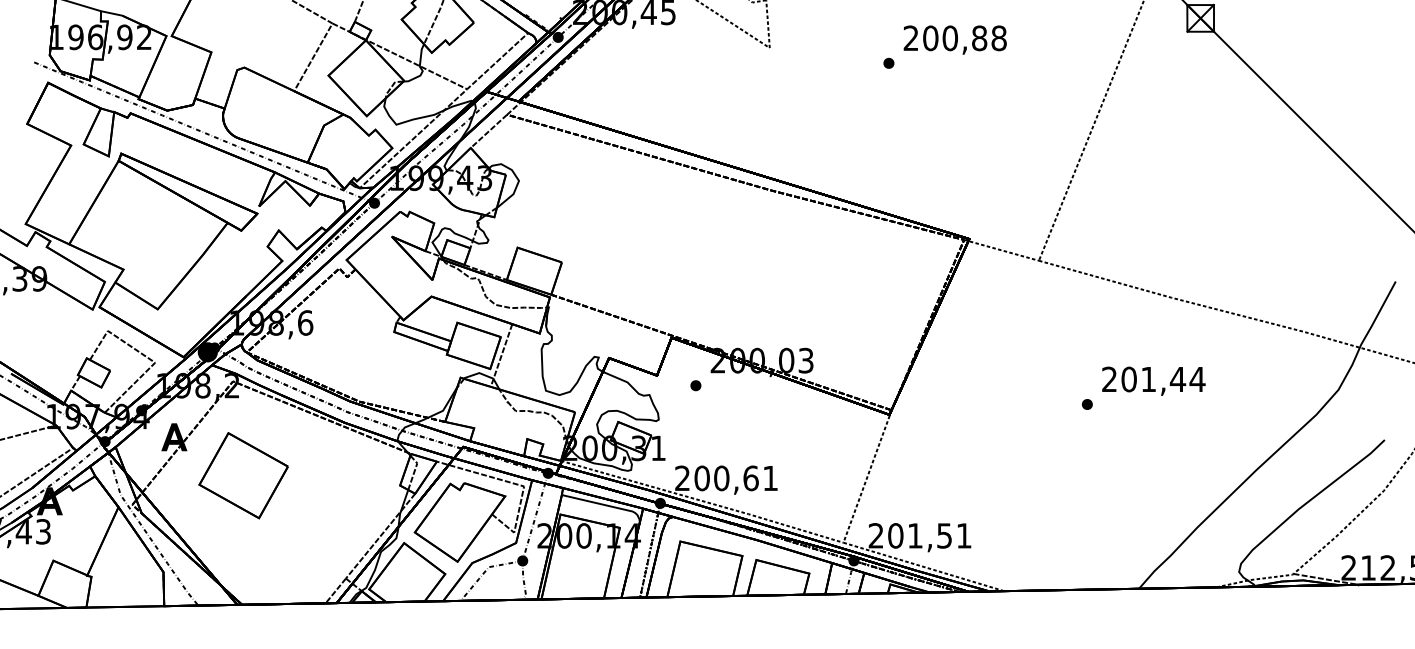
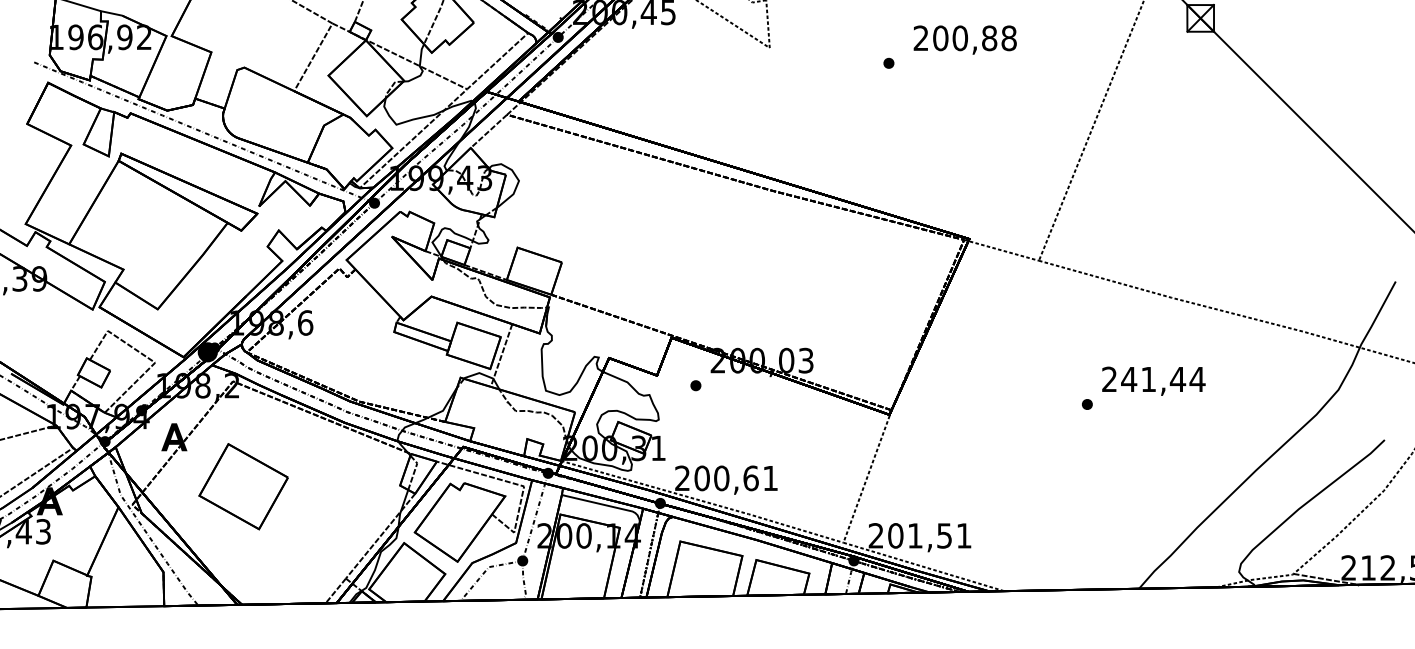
text at (954, 39) position: (954, 39) -> (964, 39)
text at (1129, 379): 201,44 -> 241,44
part at (243, 475) position: (243, 475) -> (243, 486)
